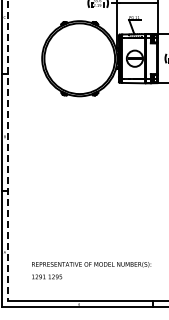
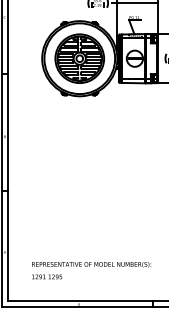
part at (79, 58): none -> present
line at (8, 151): dashed -> solid
